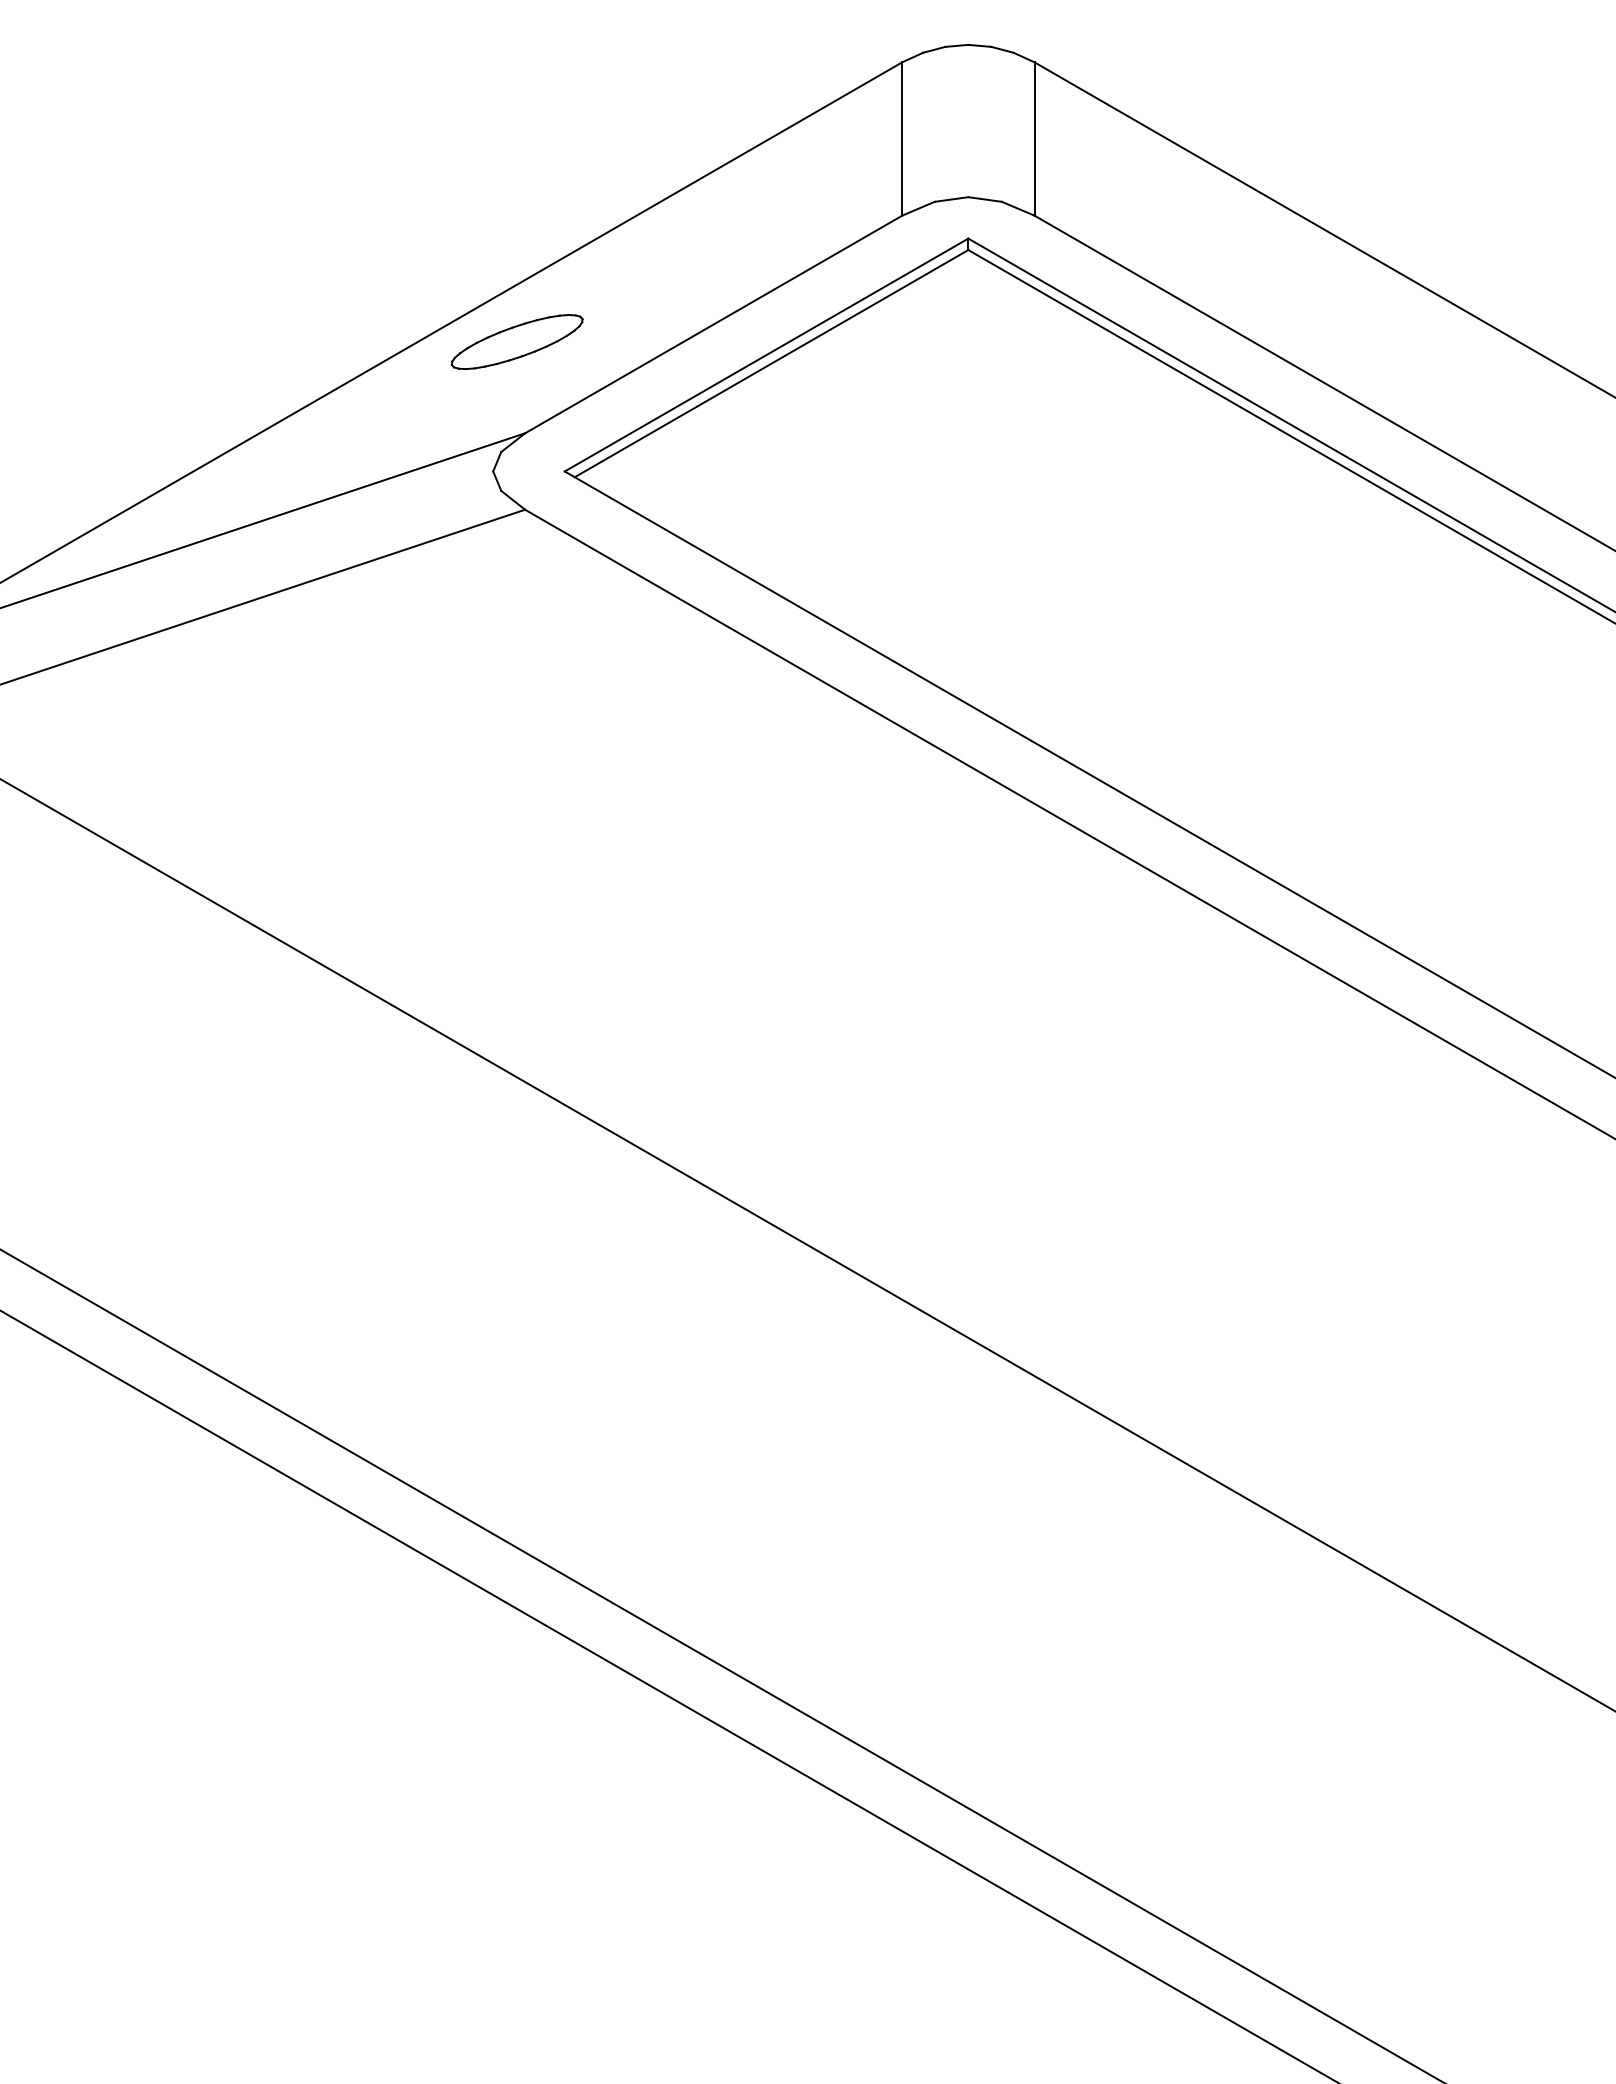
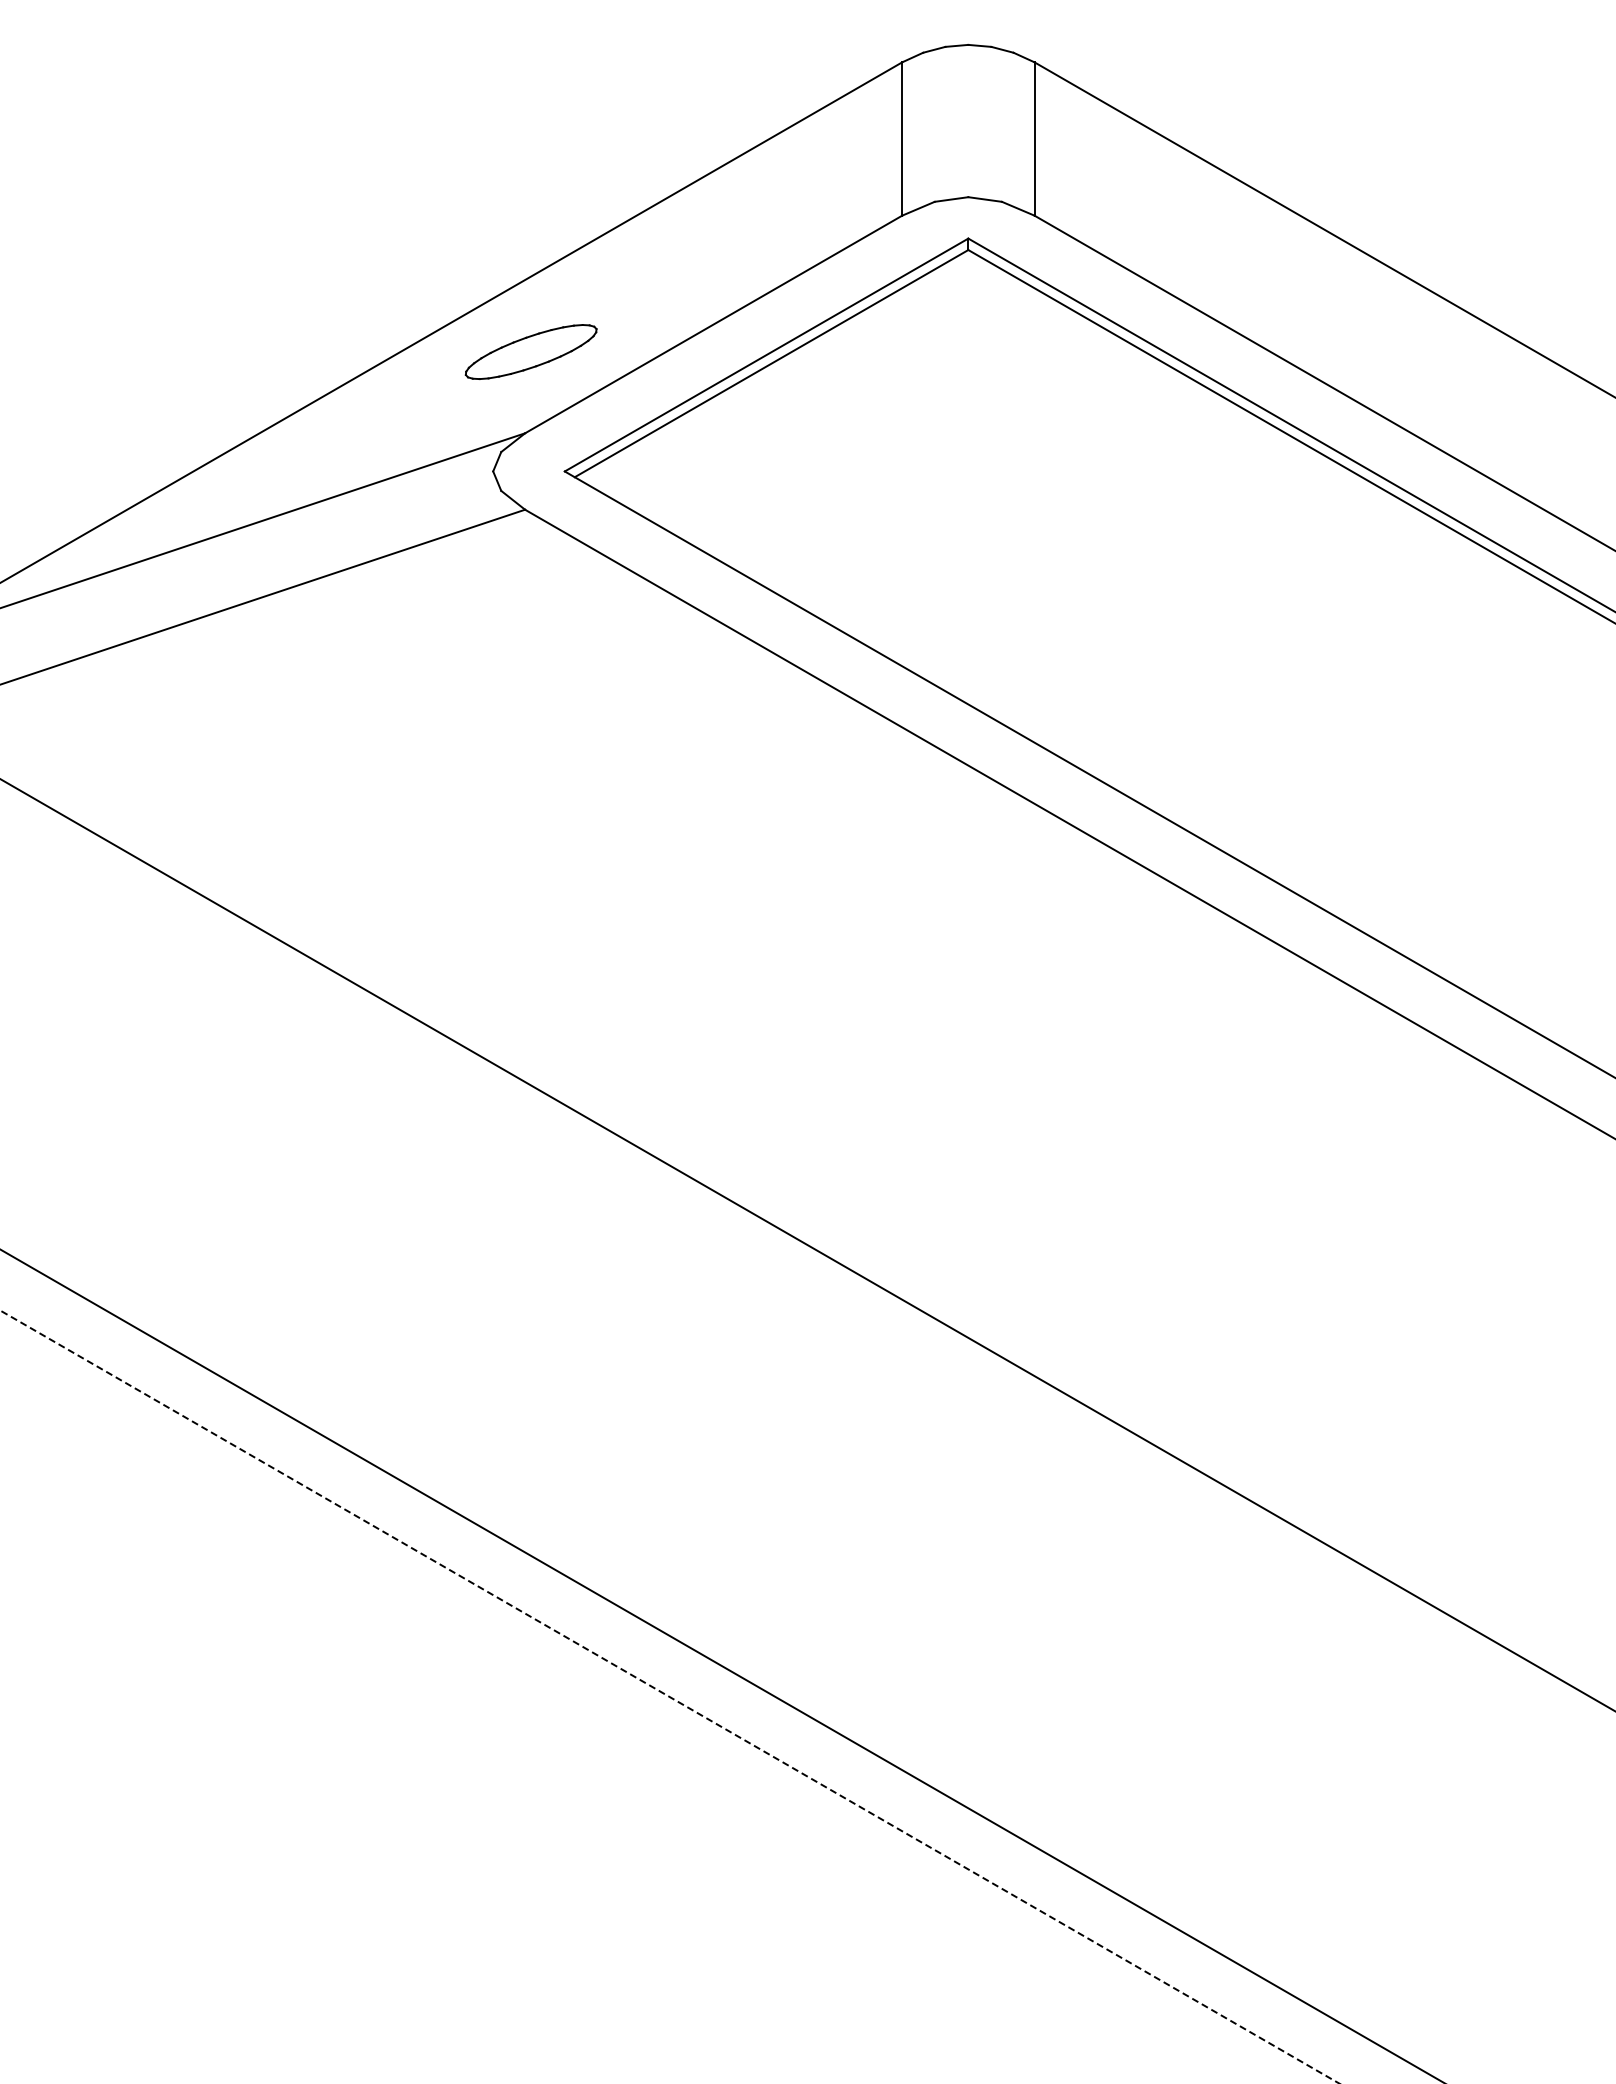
part at (516, 341) position: (516, 341) -> (530, 351)
line at (669, 1697): solid -> dashed
